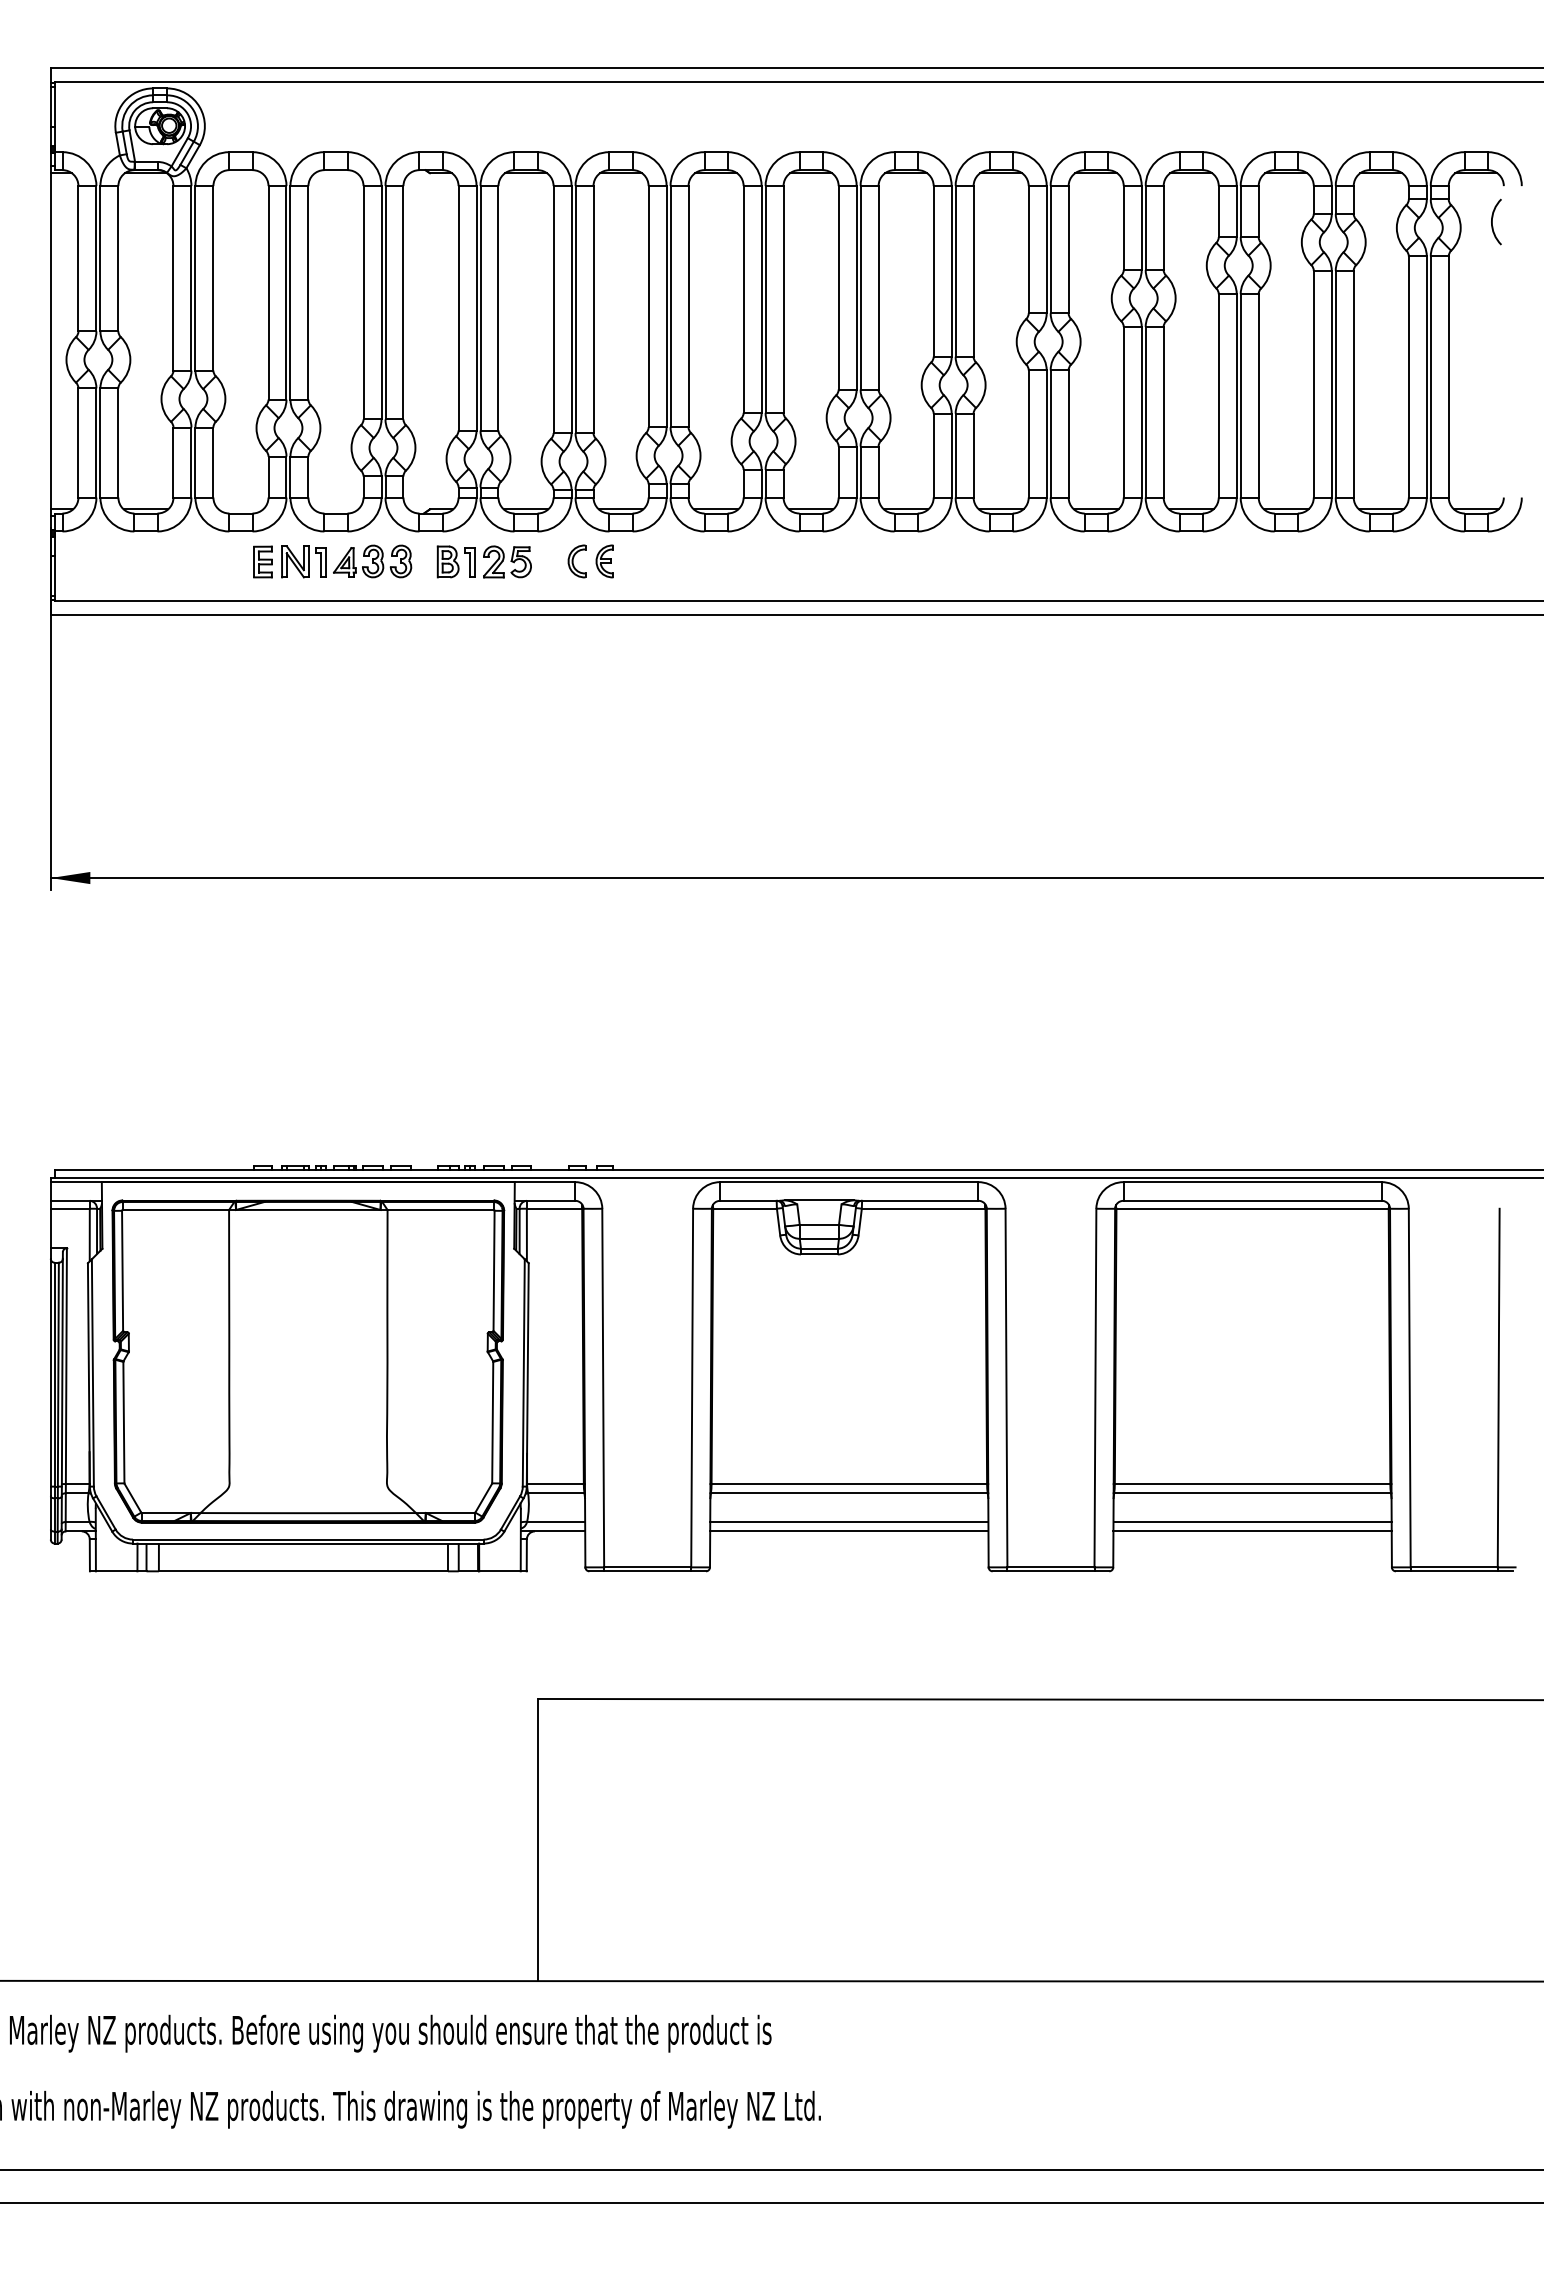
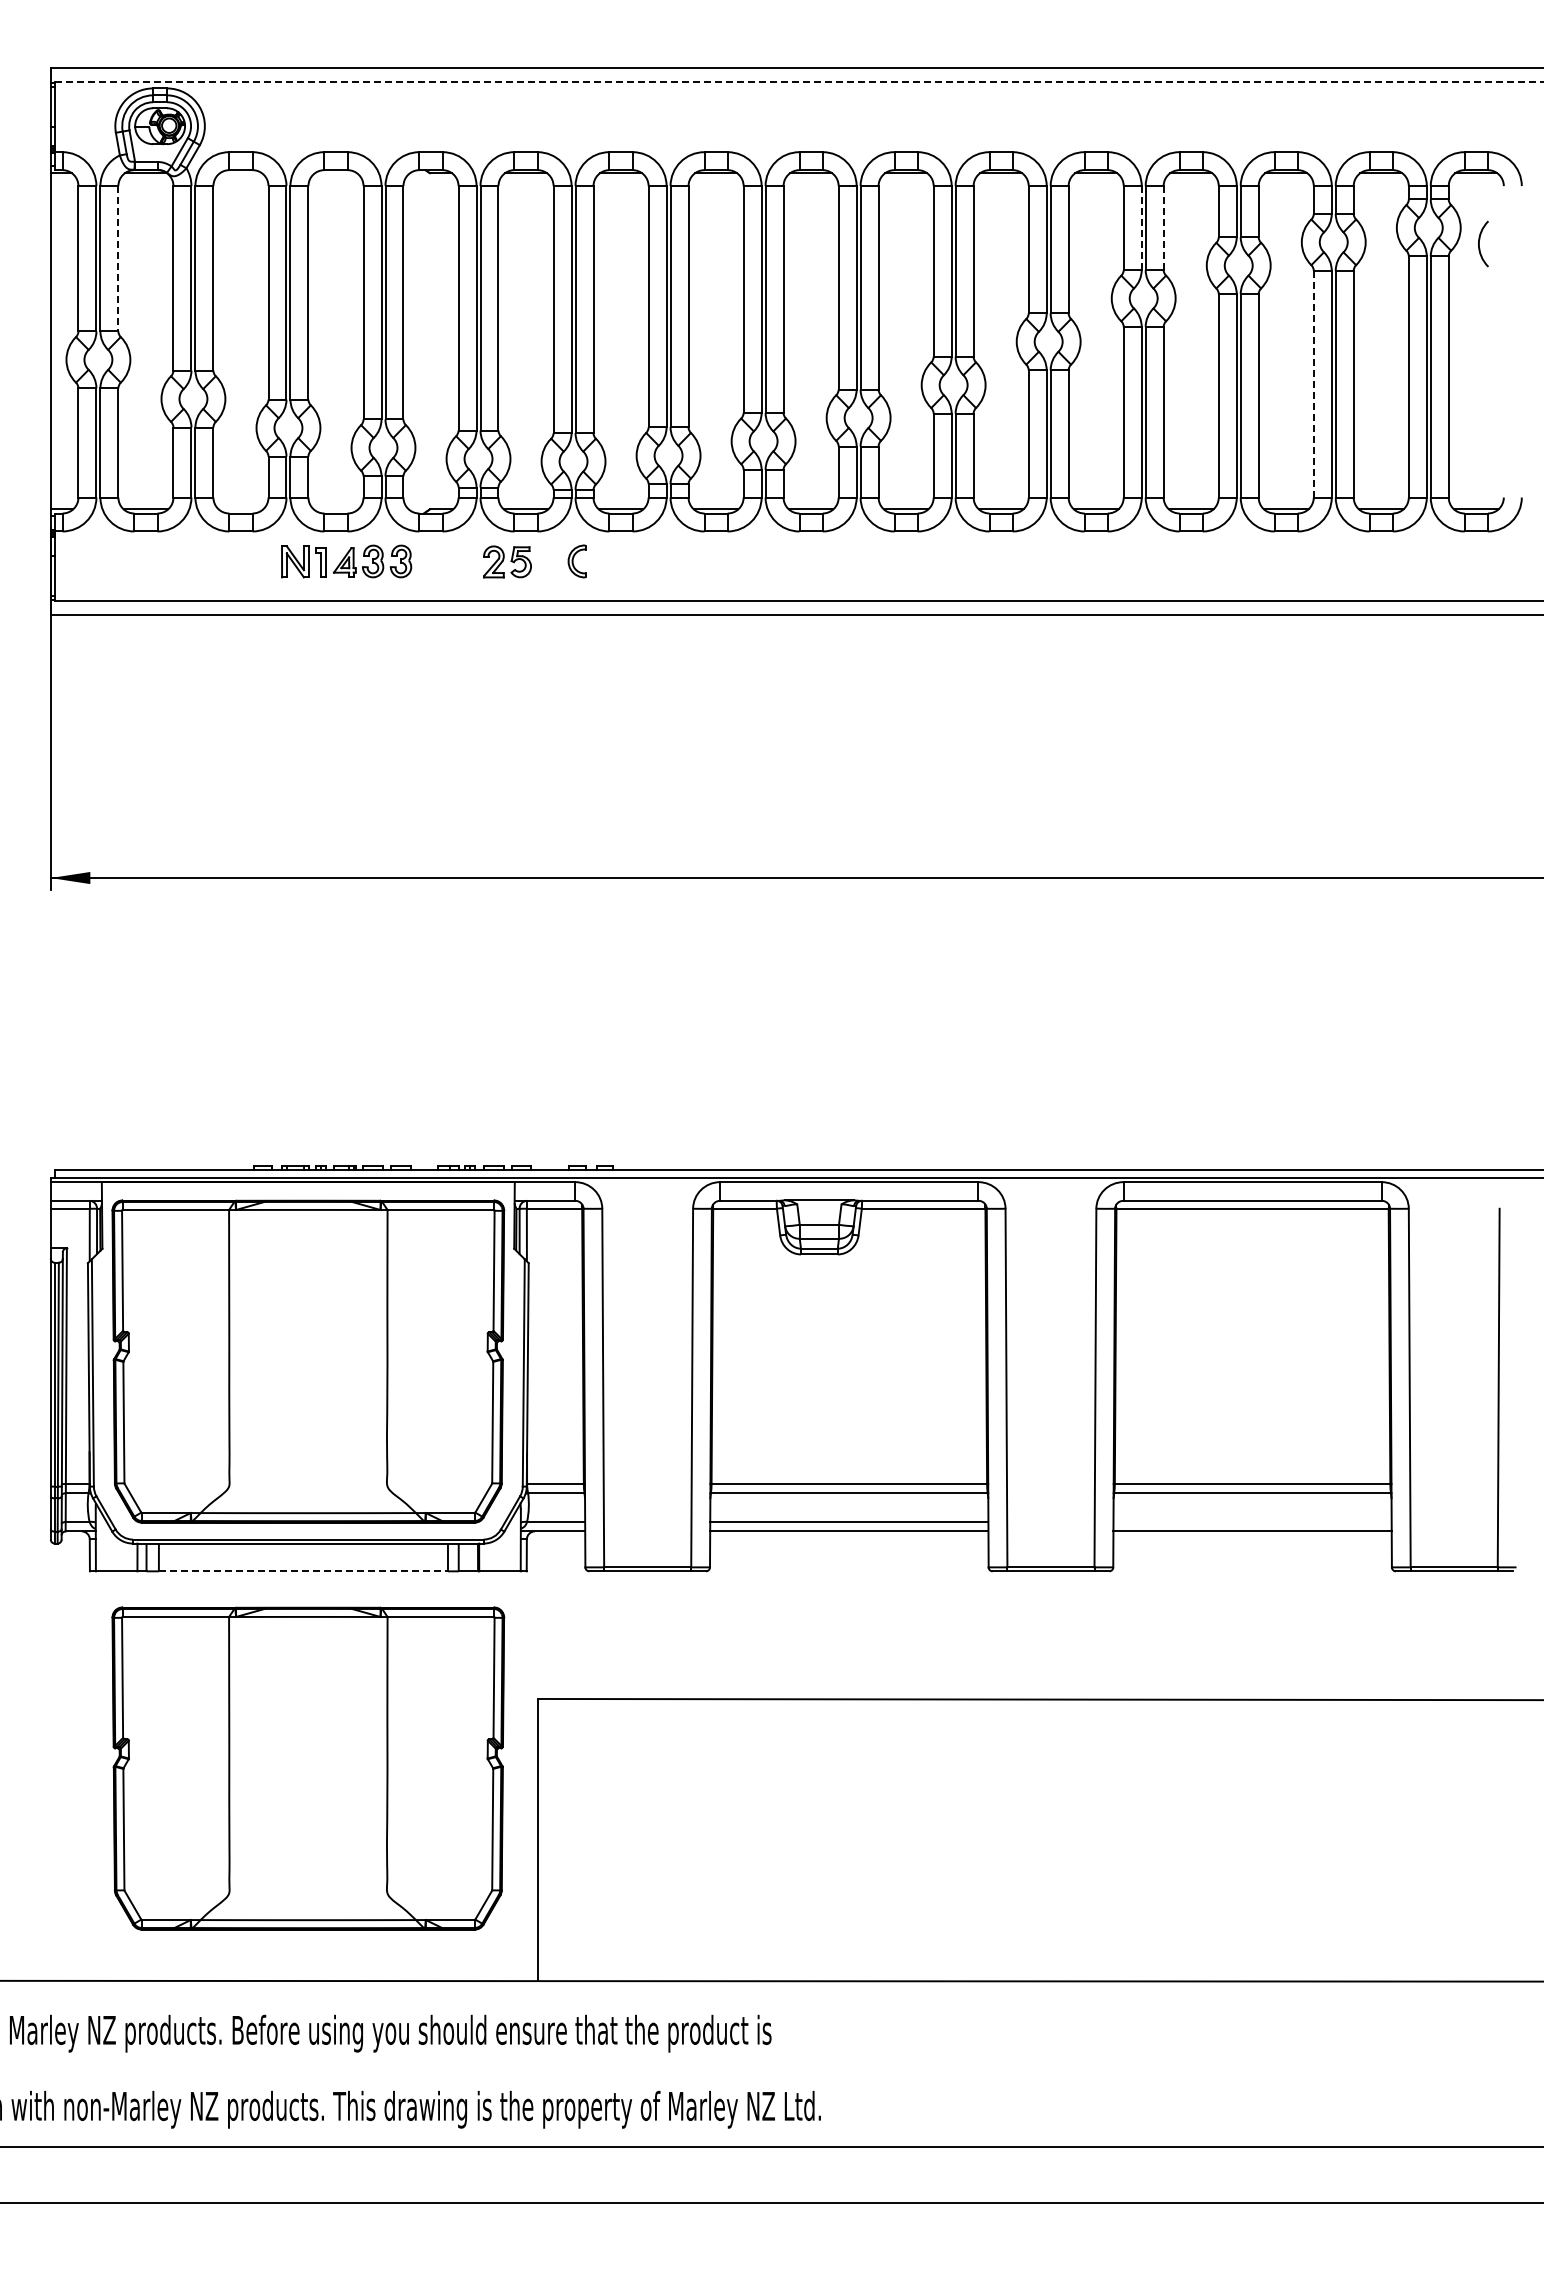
line at (799, 82): solid -> dashed
arc at (1492, 221) position: (1492, 221) -> (1479, 243)
line at (1141, 228): solid -> dashed
line at (1163, 228): solid -> dashed
line at (118, 258): solid -> dashed
line at (1313, 383): solid -> dashed
part at (262, 561): present -> none
part at (455, 561): present -> none
part at (604, 561): present -> none
line at (1252, 1522): present -> none
line at (303, 1571): solid -> dashed
part at (308, 1768): none -> present
line at (771, 2170) position: (771, 2170) -> (771, 2147)
